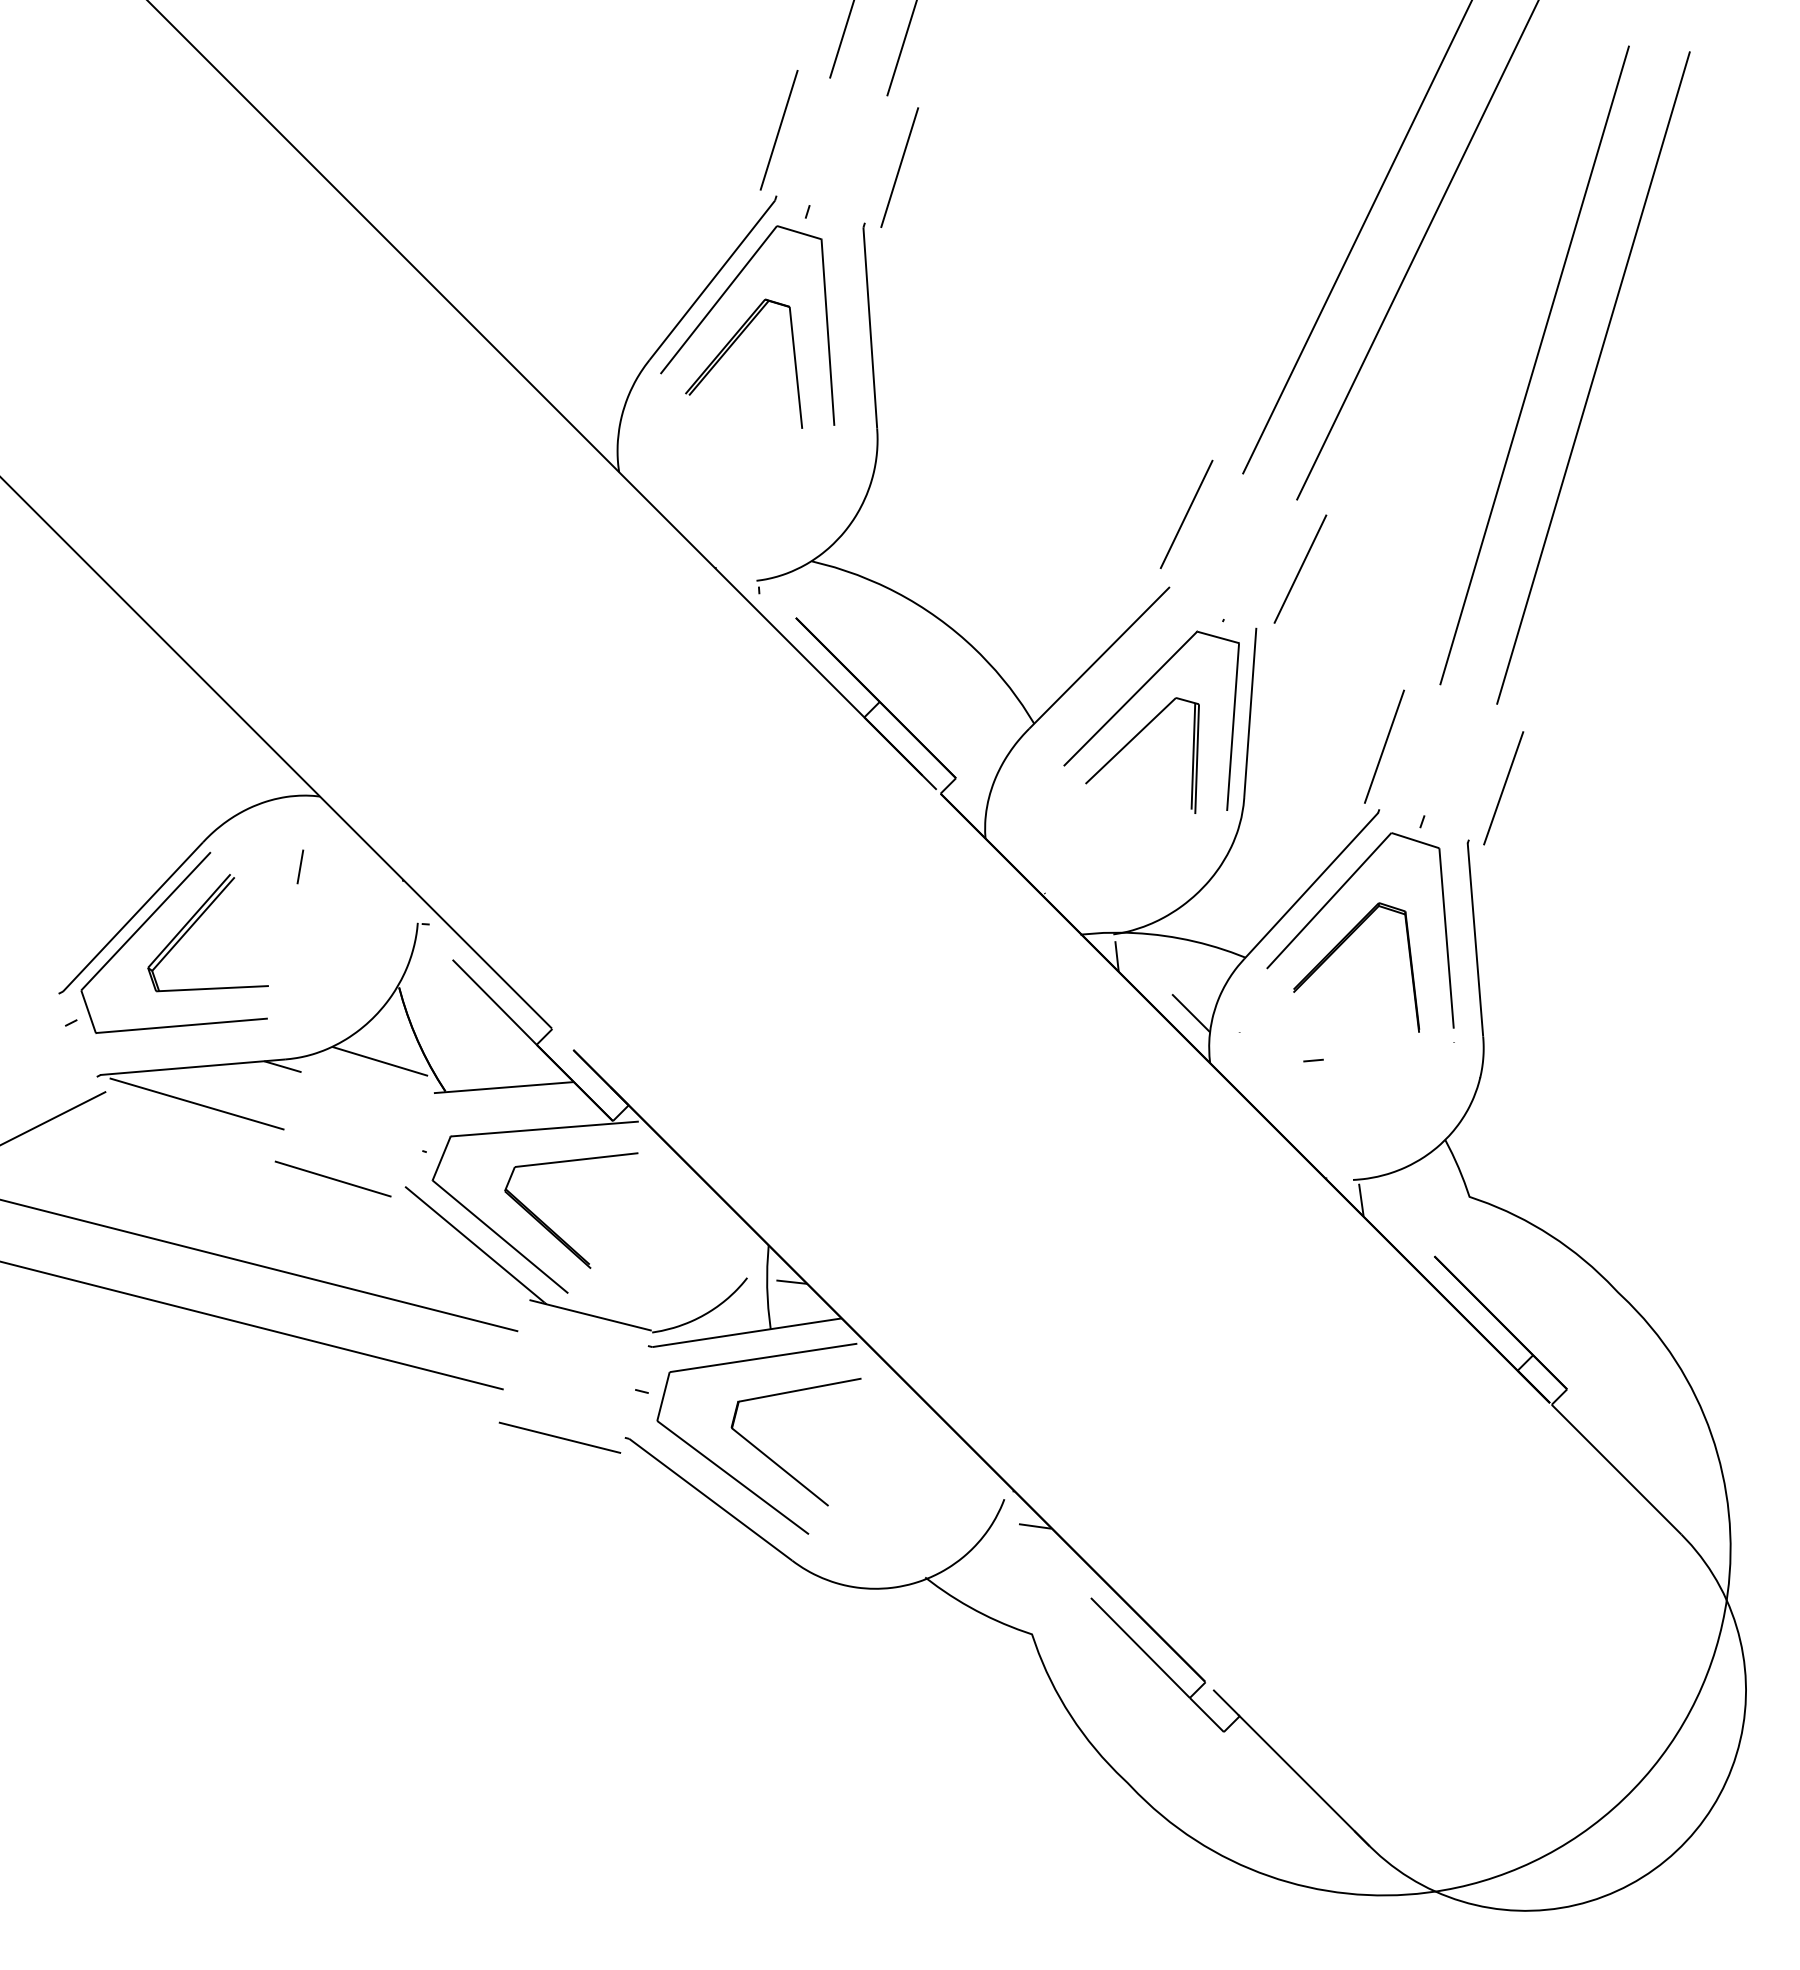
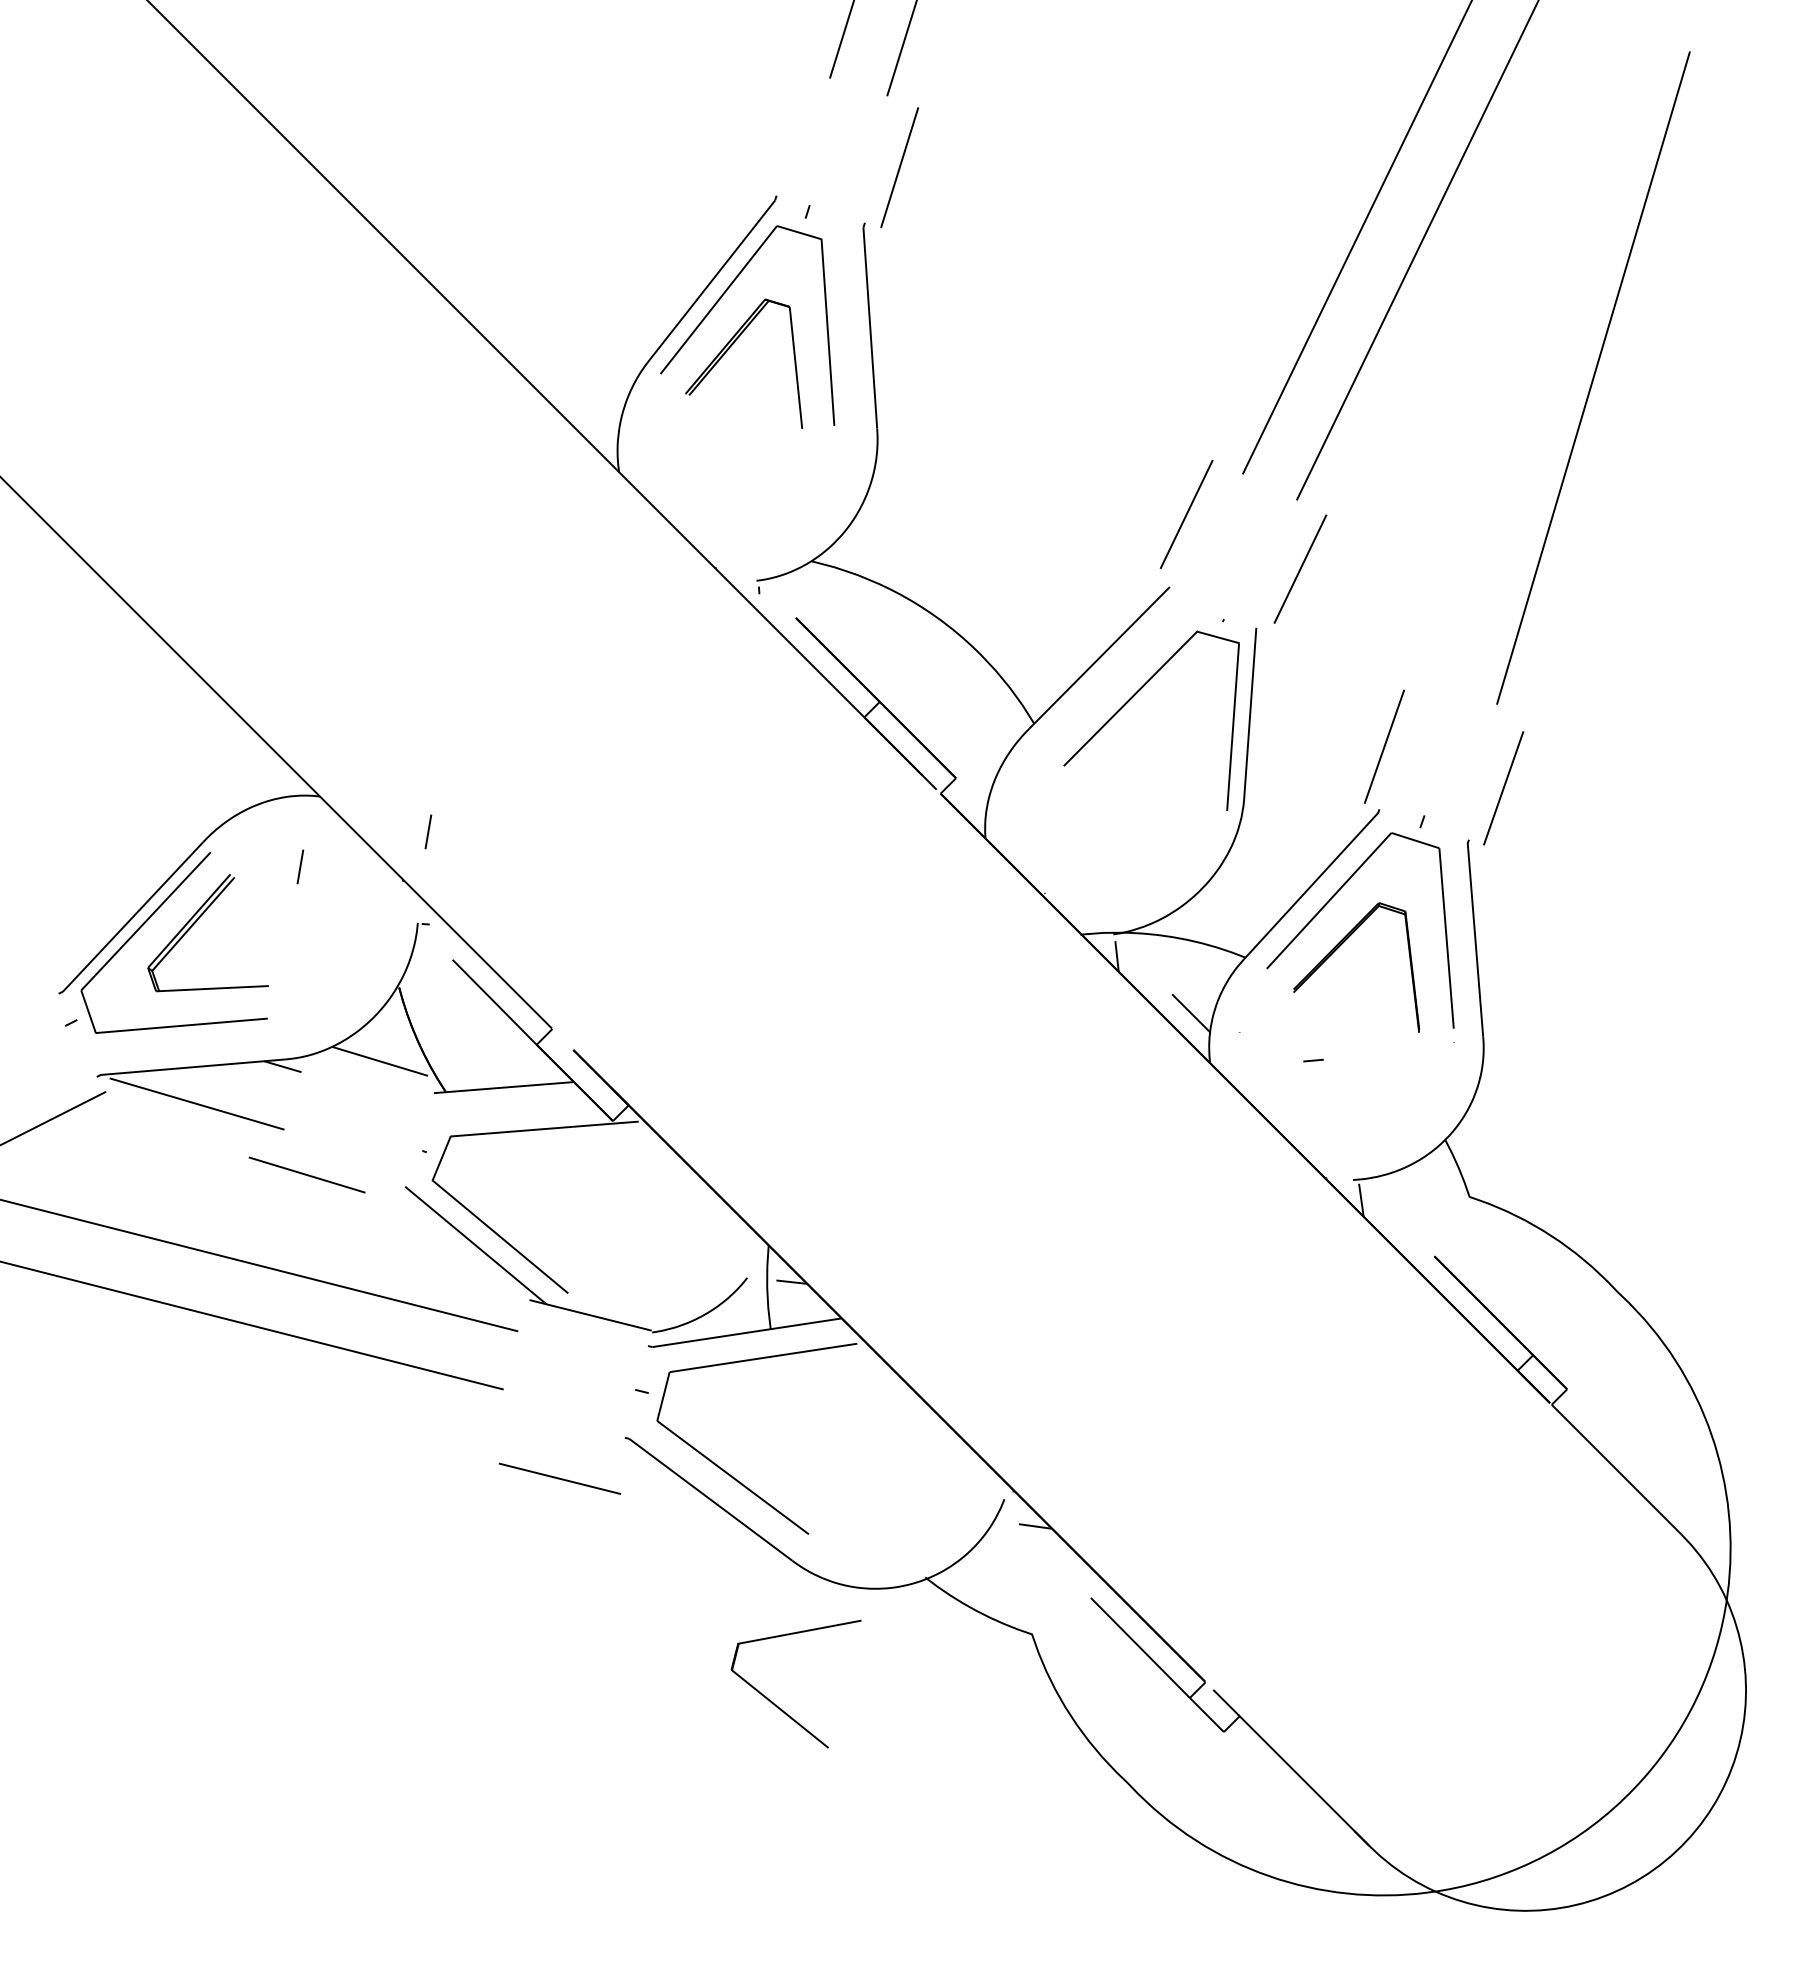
line at (778, 130): present -> none
line at (1534, 365): present -> none
part at (1130, 742): present -> none
line at (428, 831): none -> present
line at (332, 1178) position: (332, 1178) -> (306, 1174)
part at (552, 1229): present -> none
line at (559, 1437) position: (559, 1437) -> (559, 1478)
part at (776, 1462) position: (776, 1462) -> (776, 1704)
